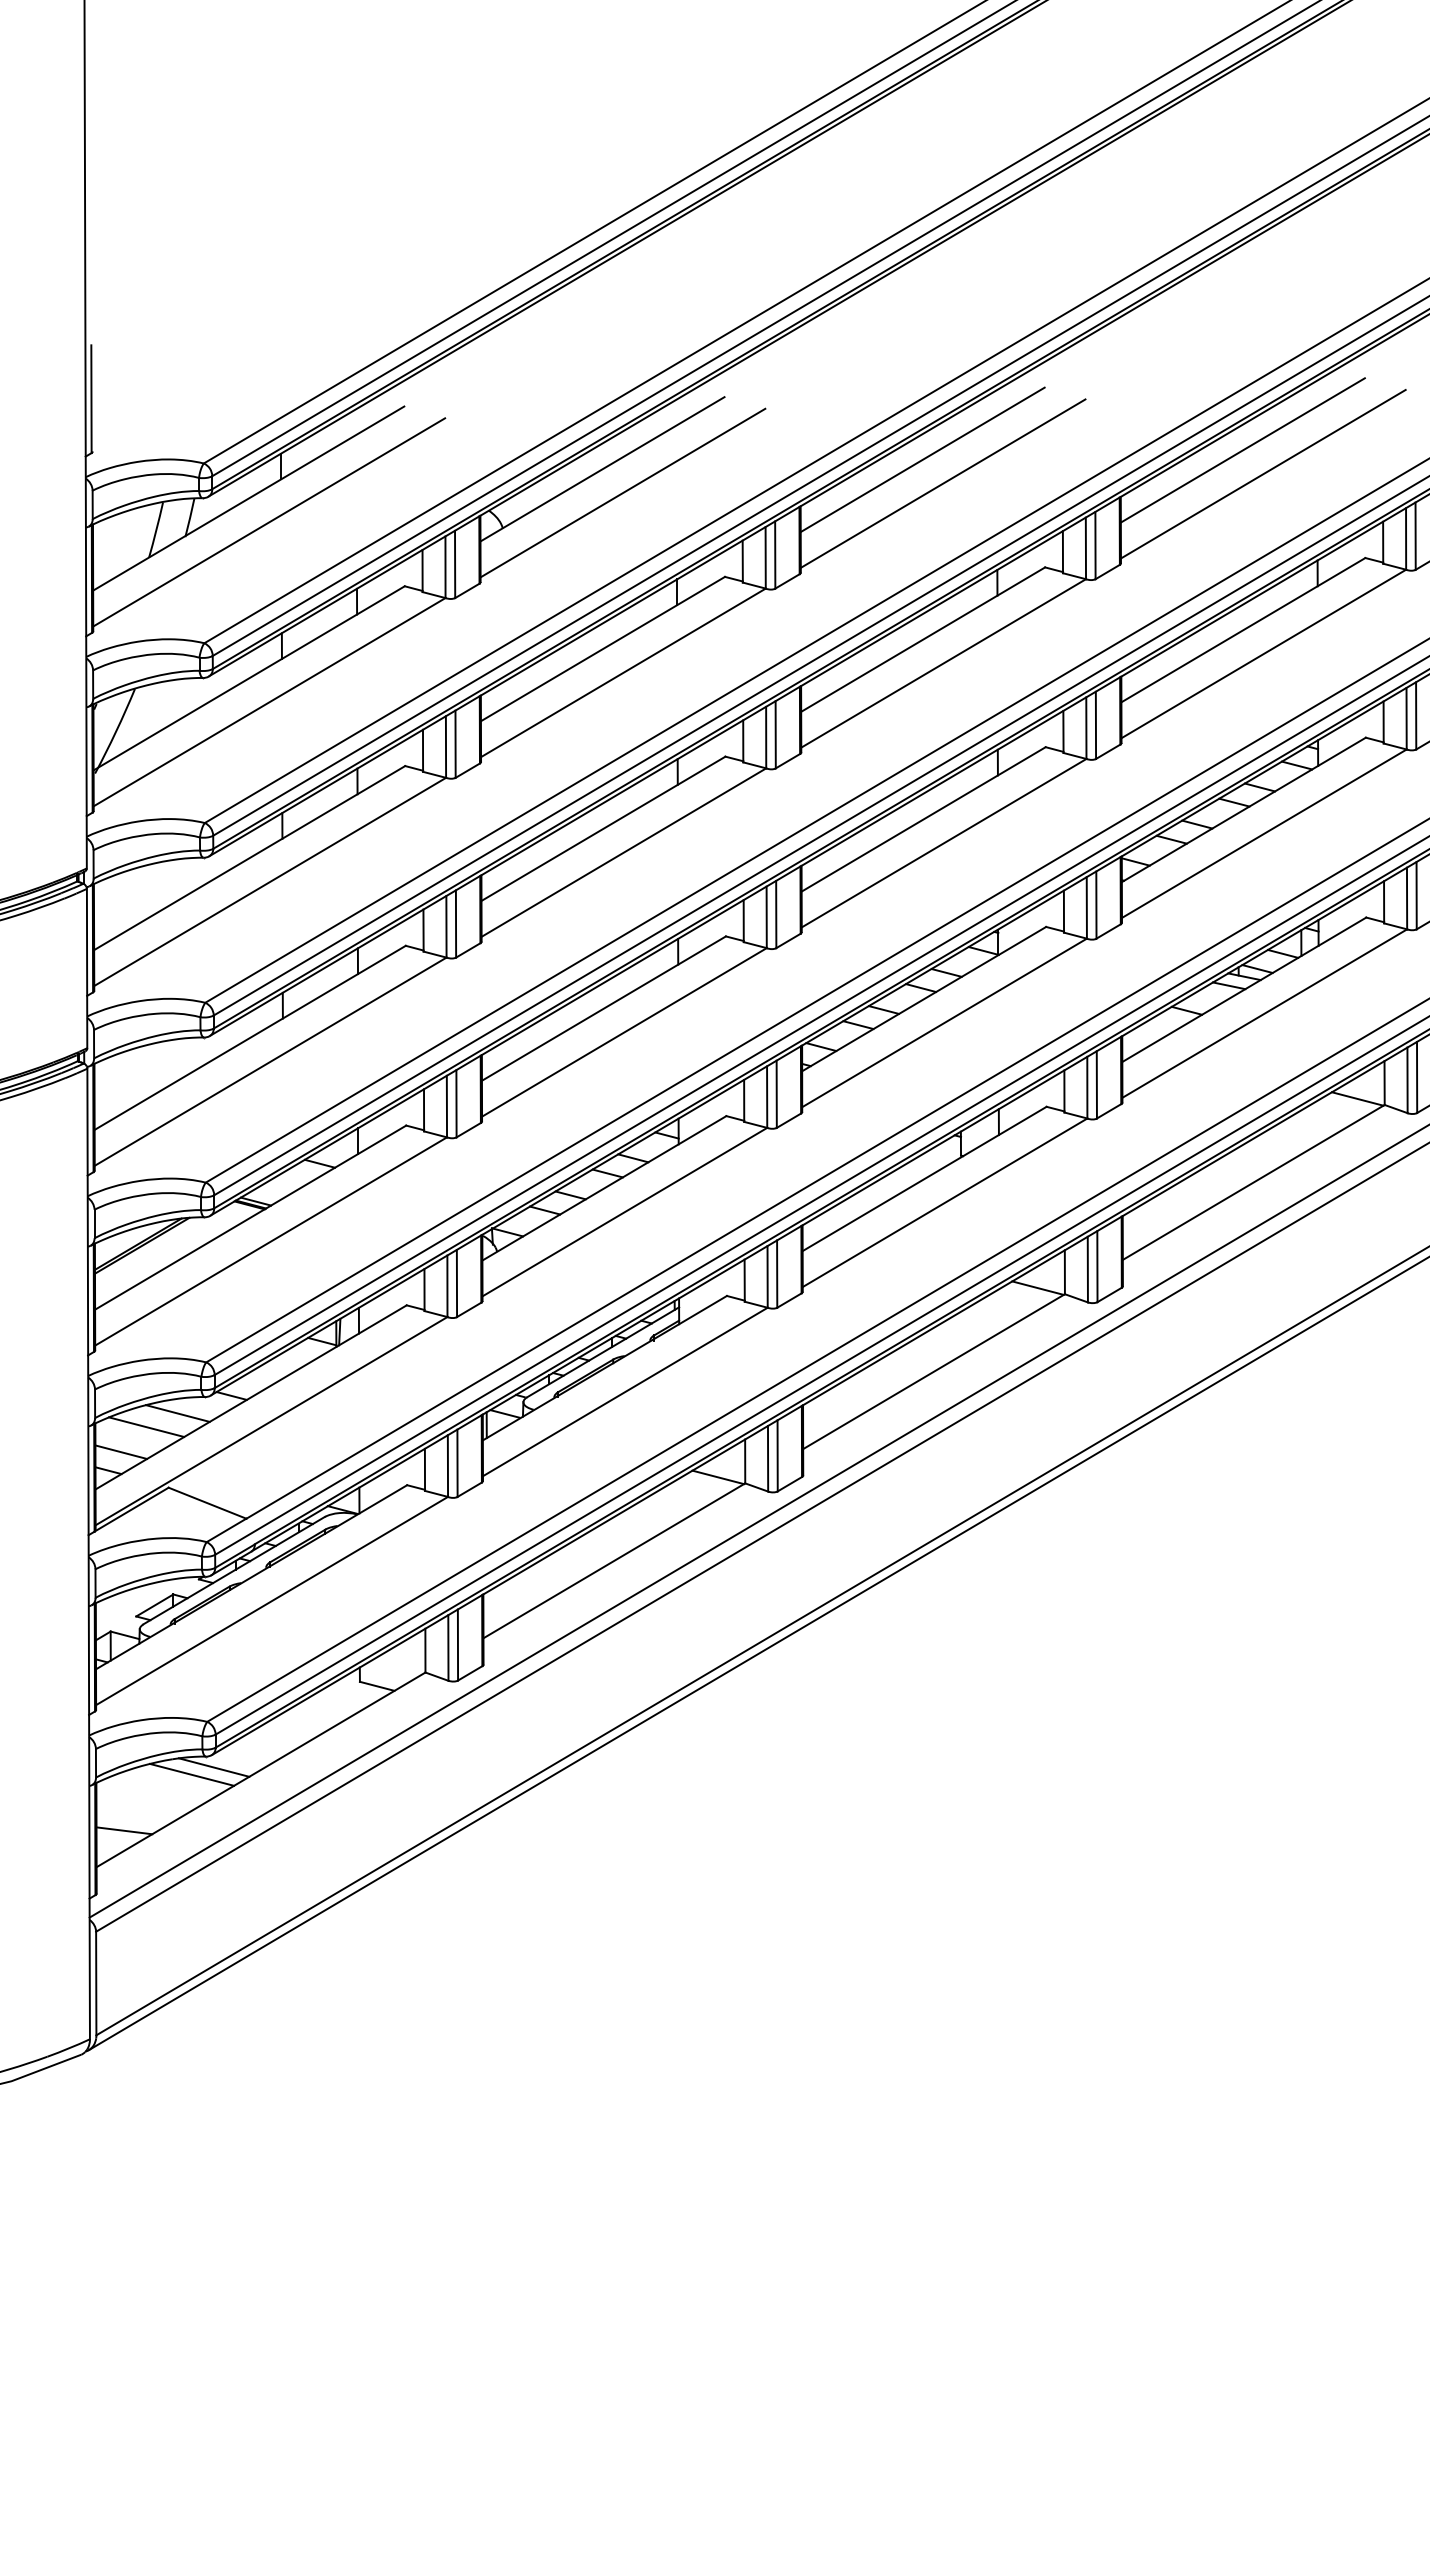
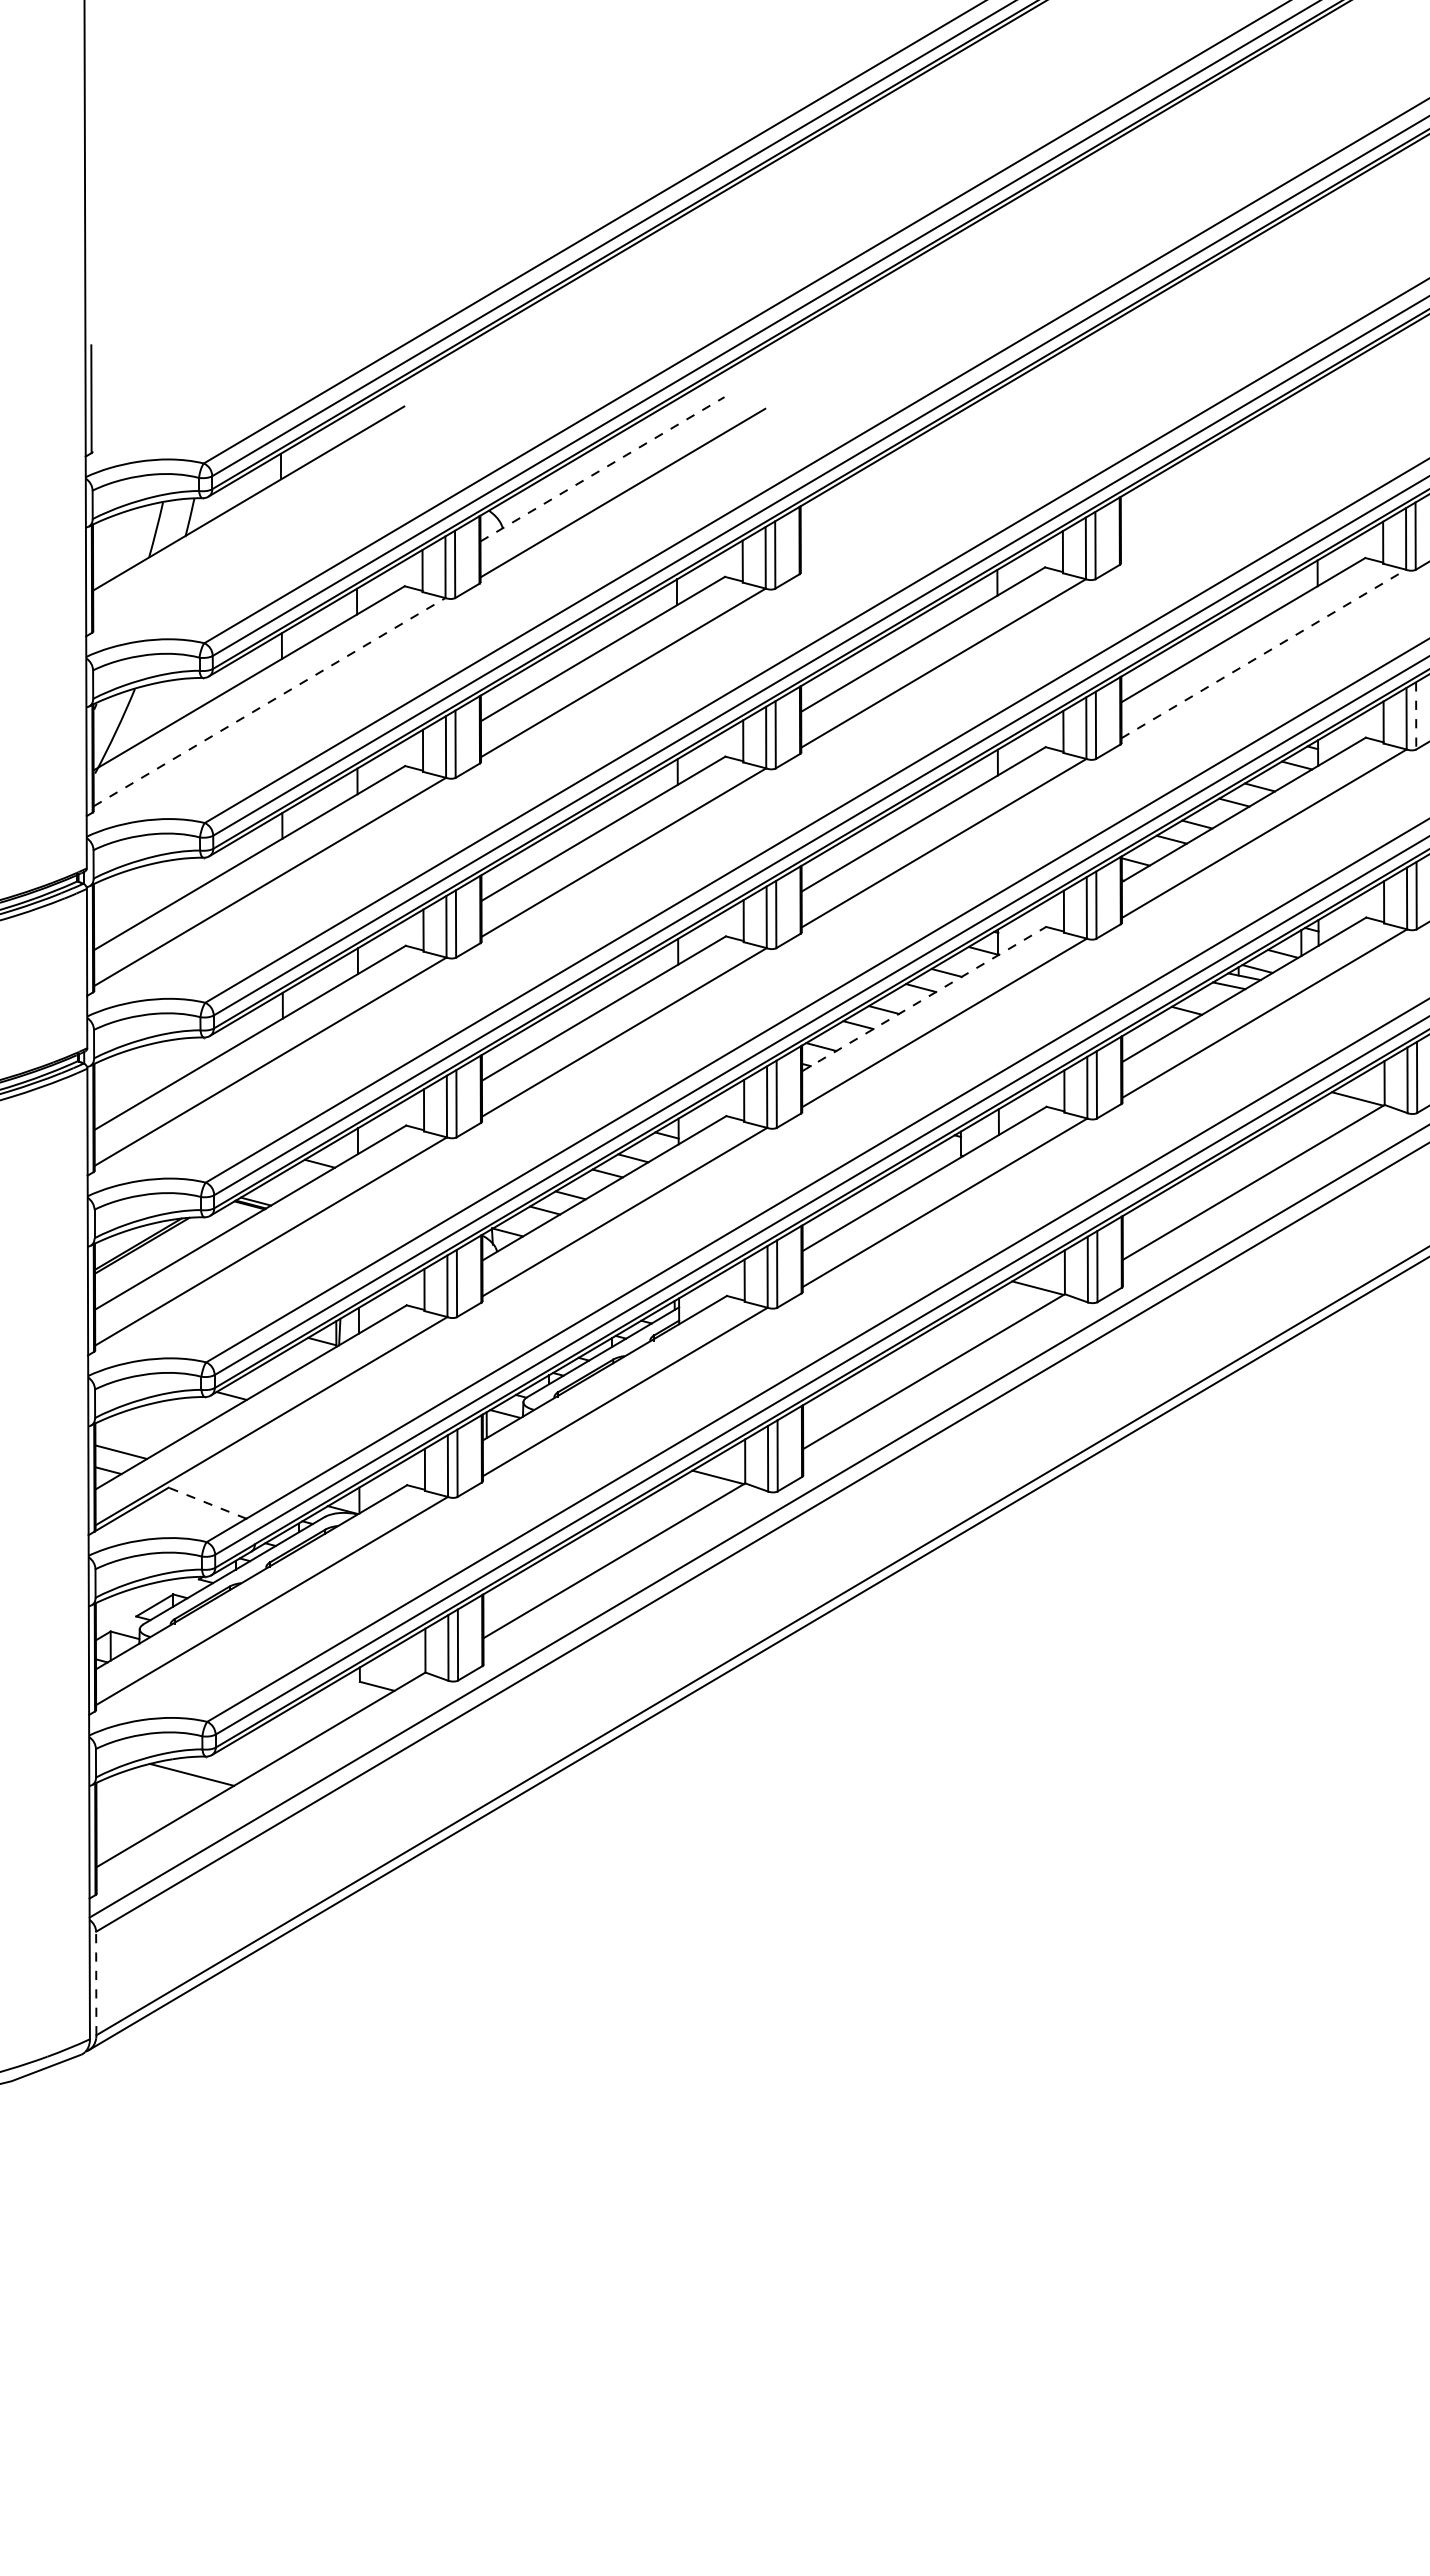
line at (1242, 450): present -> none
line at (922, 459): present -> none
line at (602, 469): solid -> dashed
line at (1262, 473): present -> none
line at (942, 483): present -> none
line at (269, 522): present -> none
line at (1264, 653): solid -> dashed
line at (270, 701): solid -> dashed
line at (1416, 715): solid -> dashed
line at (924, 999): solid -> dashed
line at (177, 1413): present -> none
line at (146, 1426): present -> none
line at (207, 1503): solid -> dashed
line at (213, 1767): present -> none
line at (124, 1830): present -> none
line at (96, 1983): solid -> dashed
